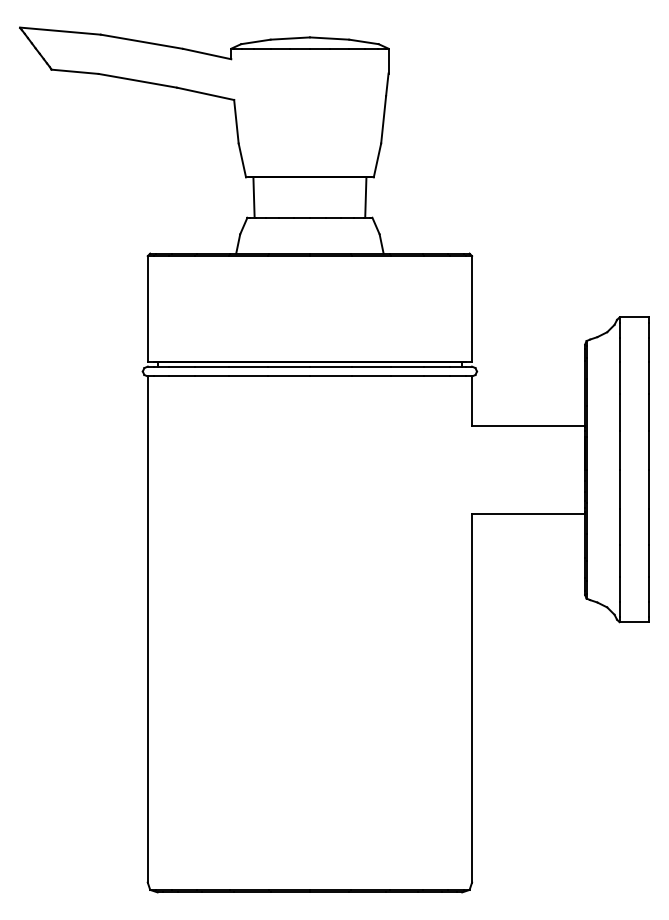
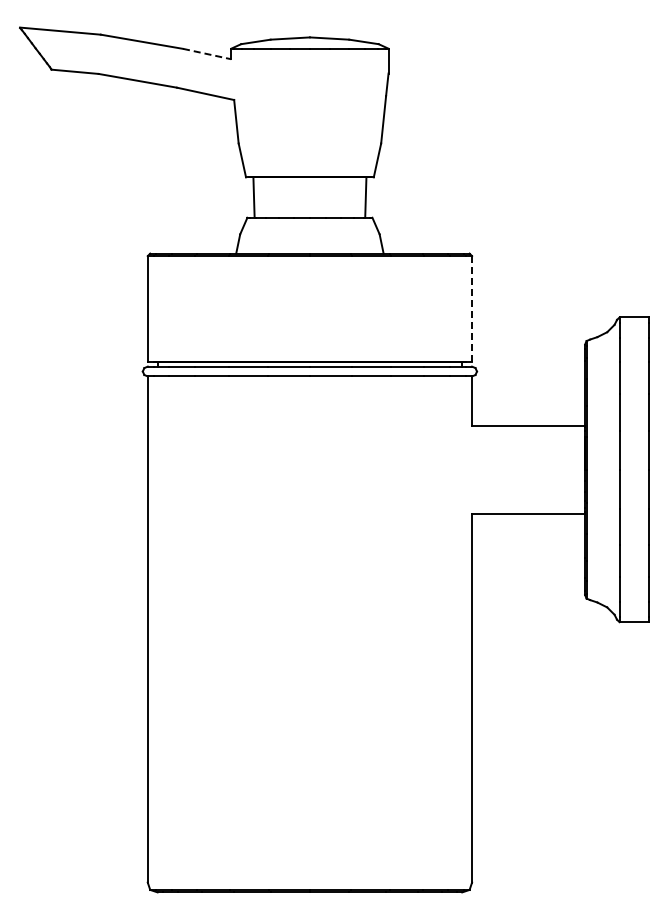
line at (207, 54): solid -> dashed
line at (472, 308): solid -> dashed
